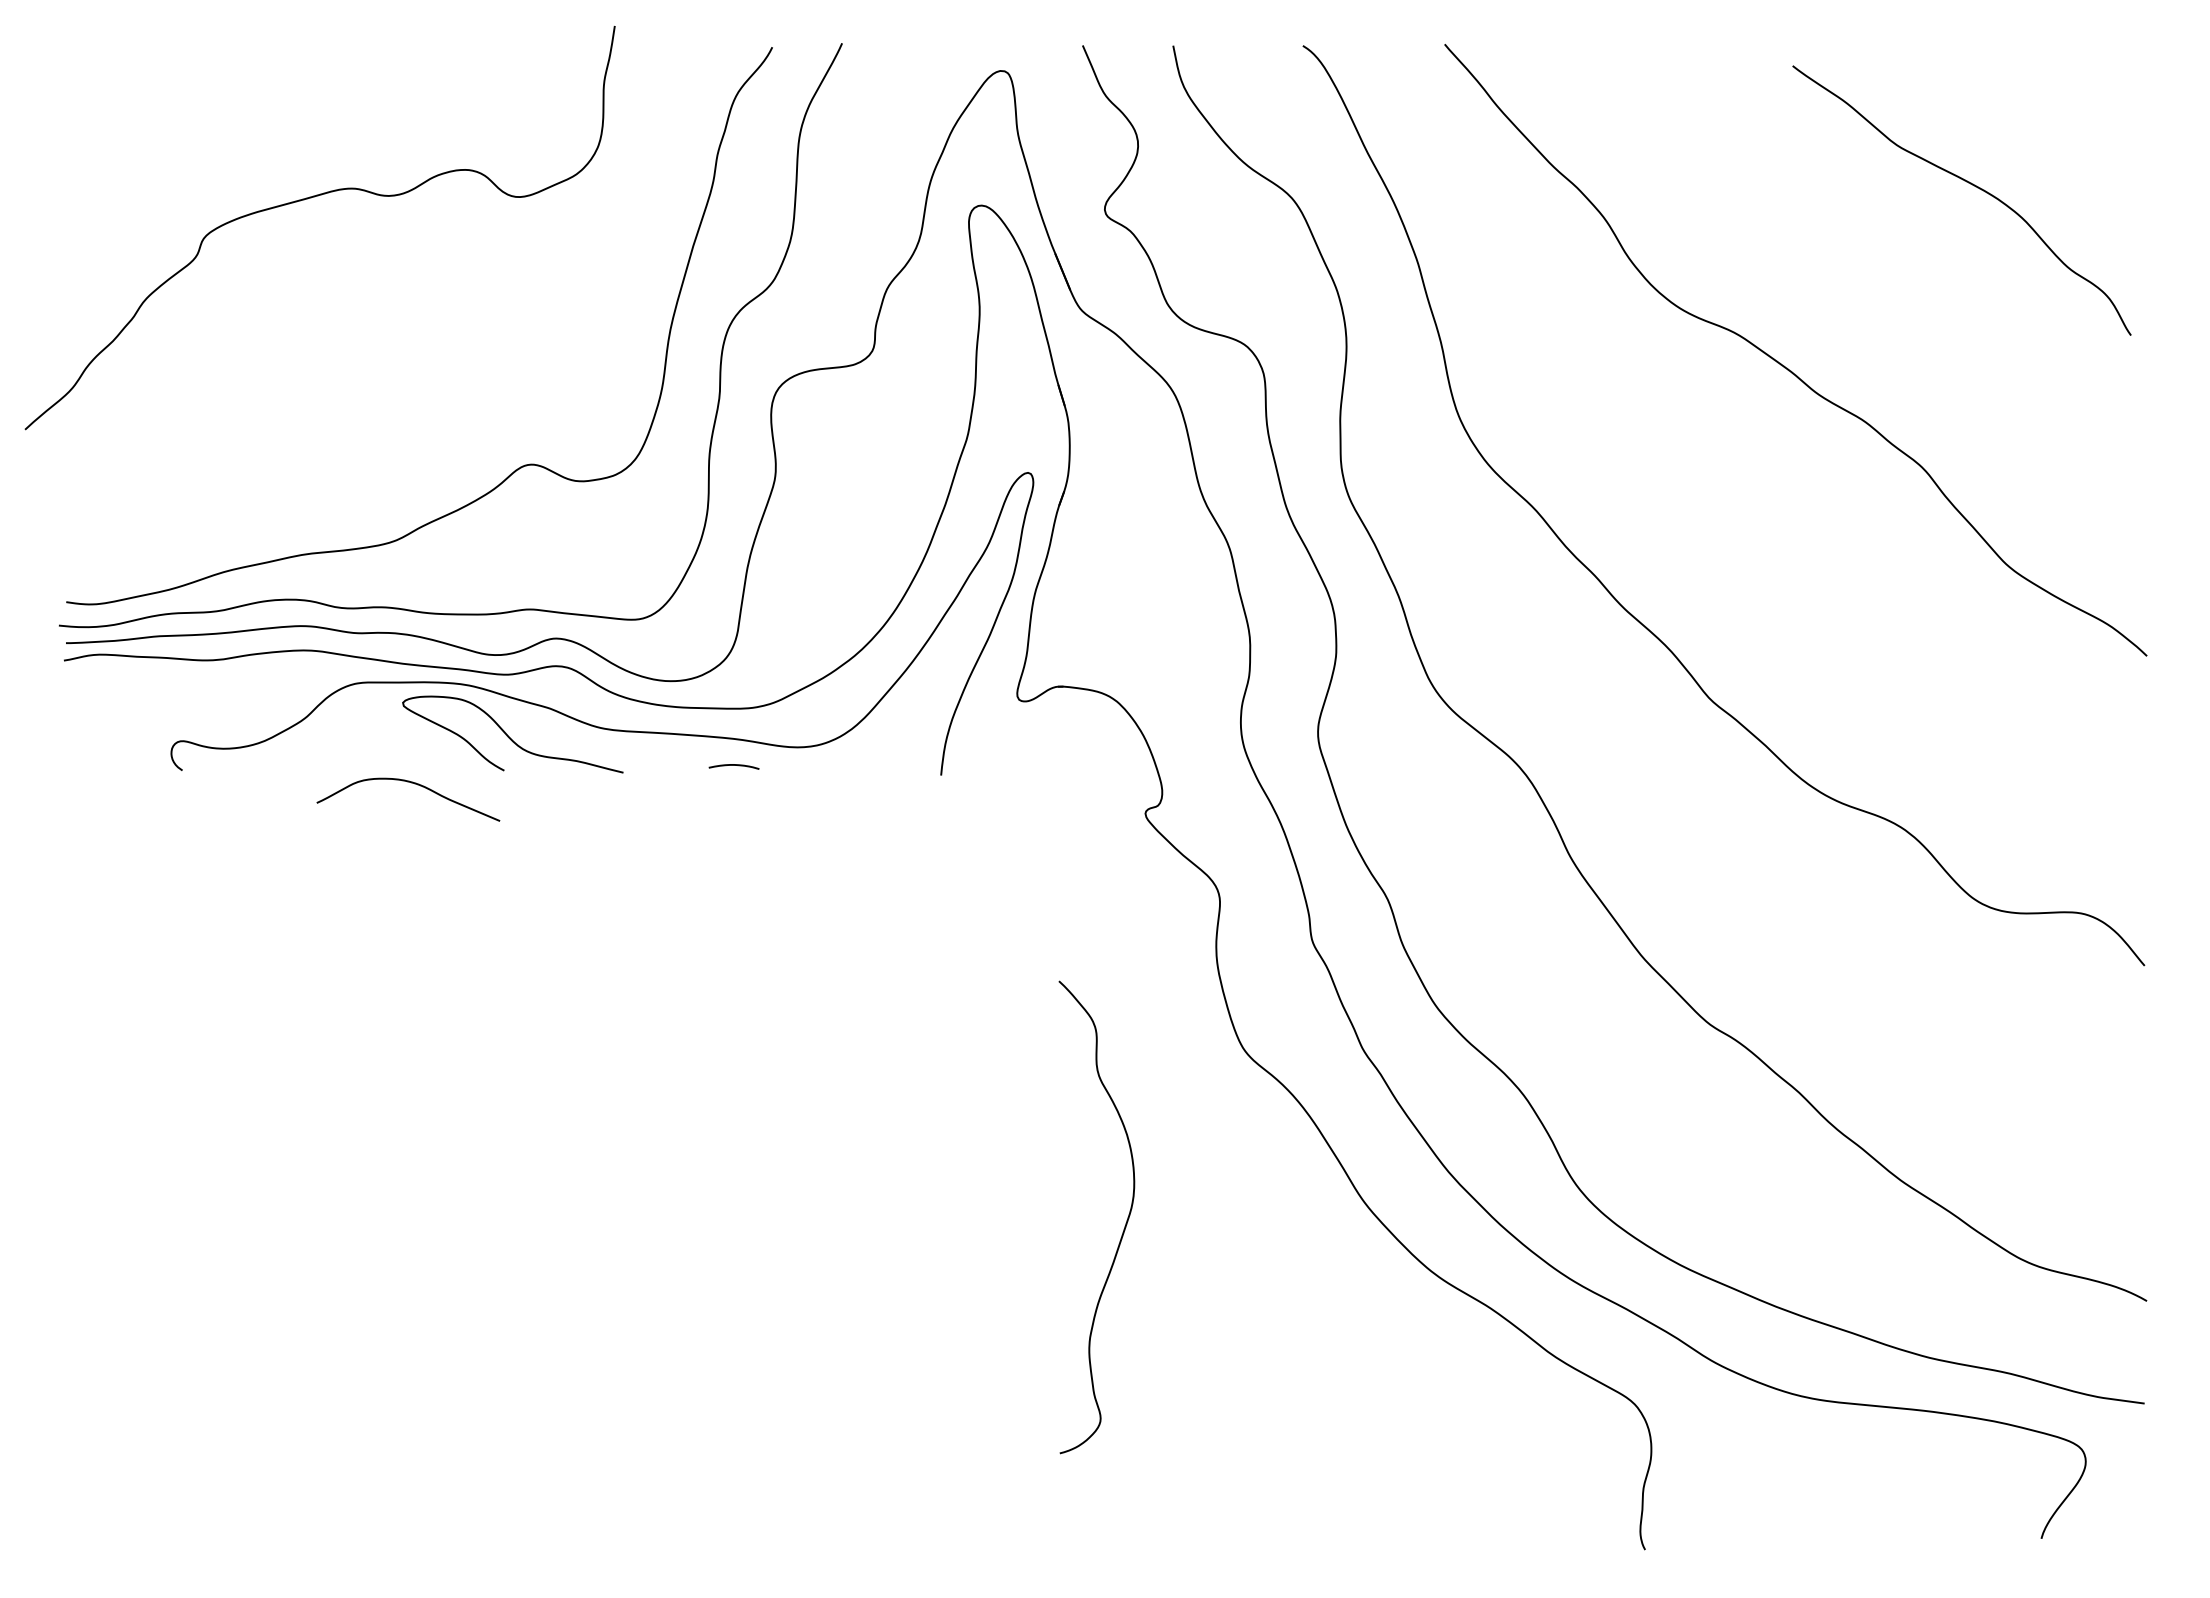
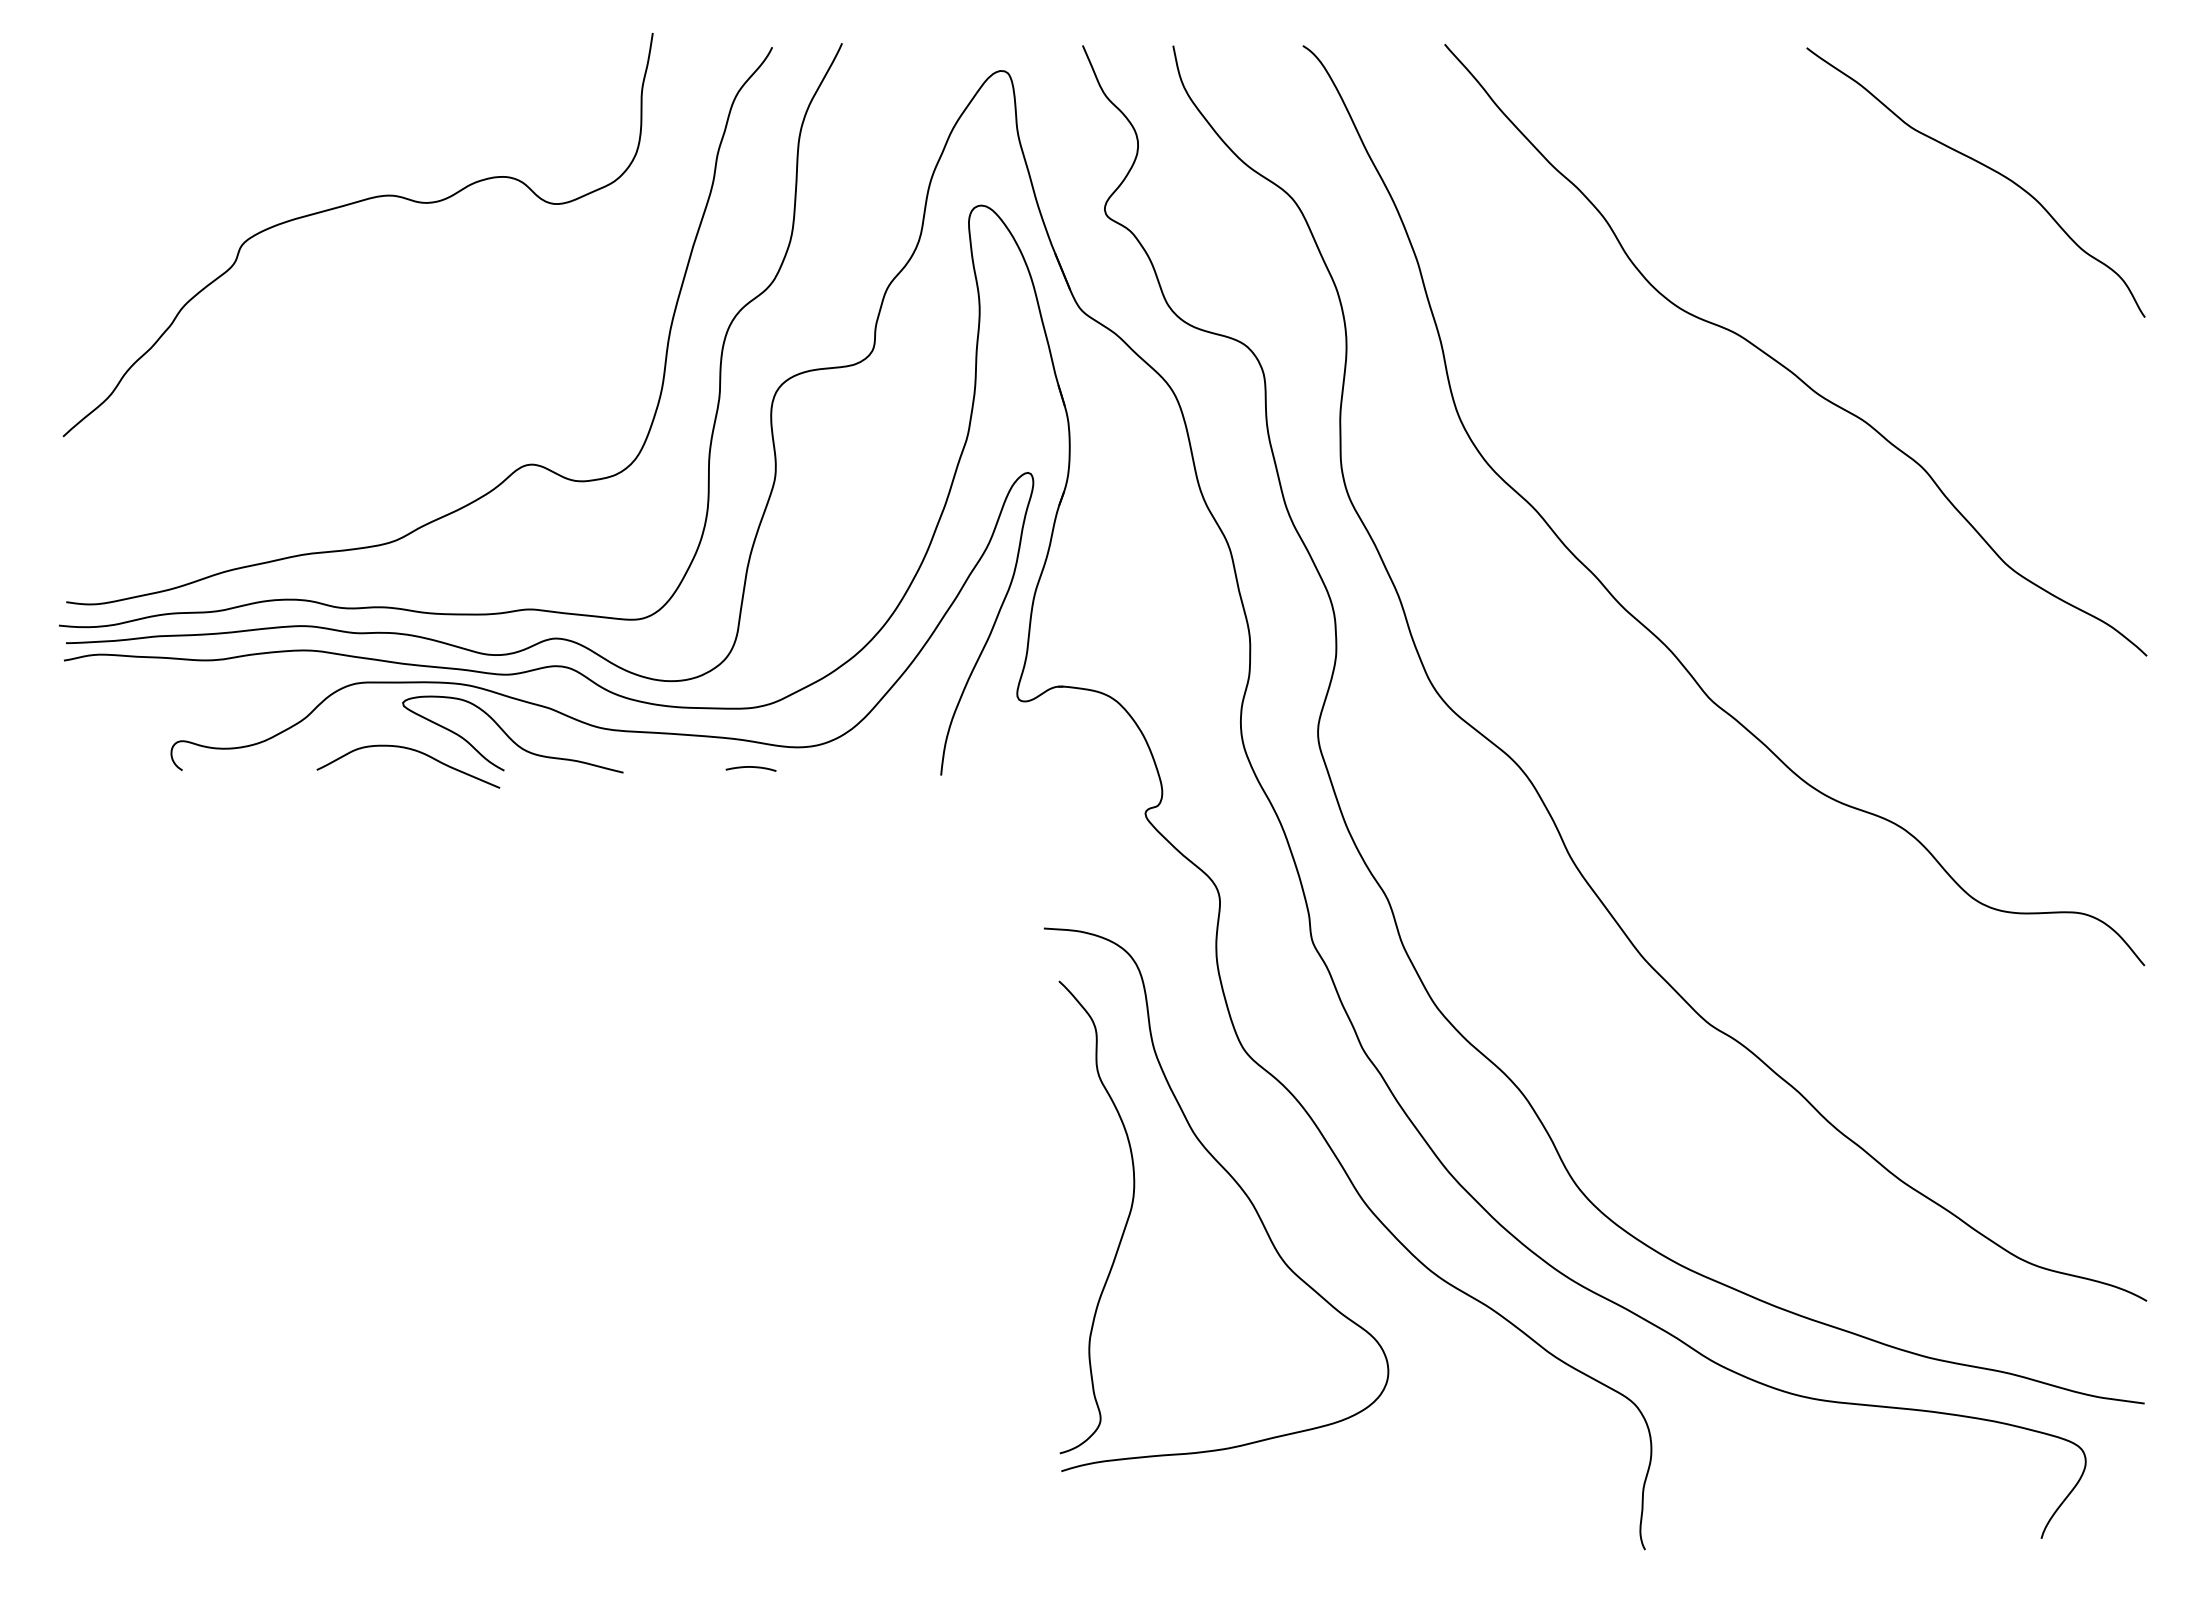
curve at (1970, 184) position: (1970, 184) -> (1984, 166)
curve at (311, 198) position: (311, 198) -> (349, 205)
curve at (733, 765) position: (733, 765) -> (750, 767)
curve at (414, 784) position: (414, 784) -> (414, 751)
curve at (1237, 1185): none -> present
